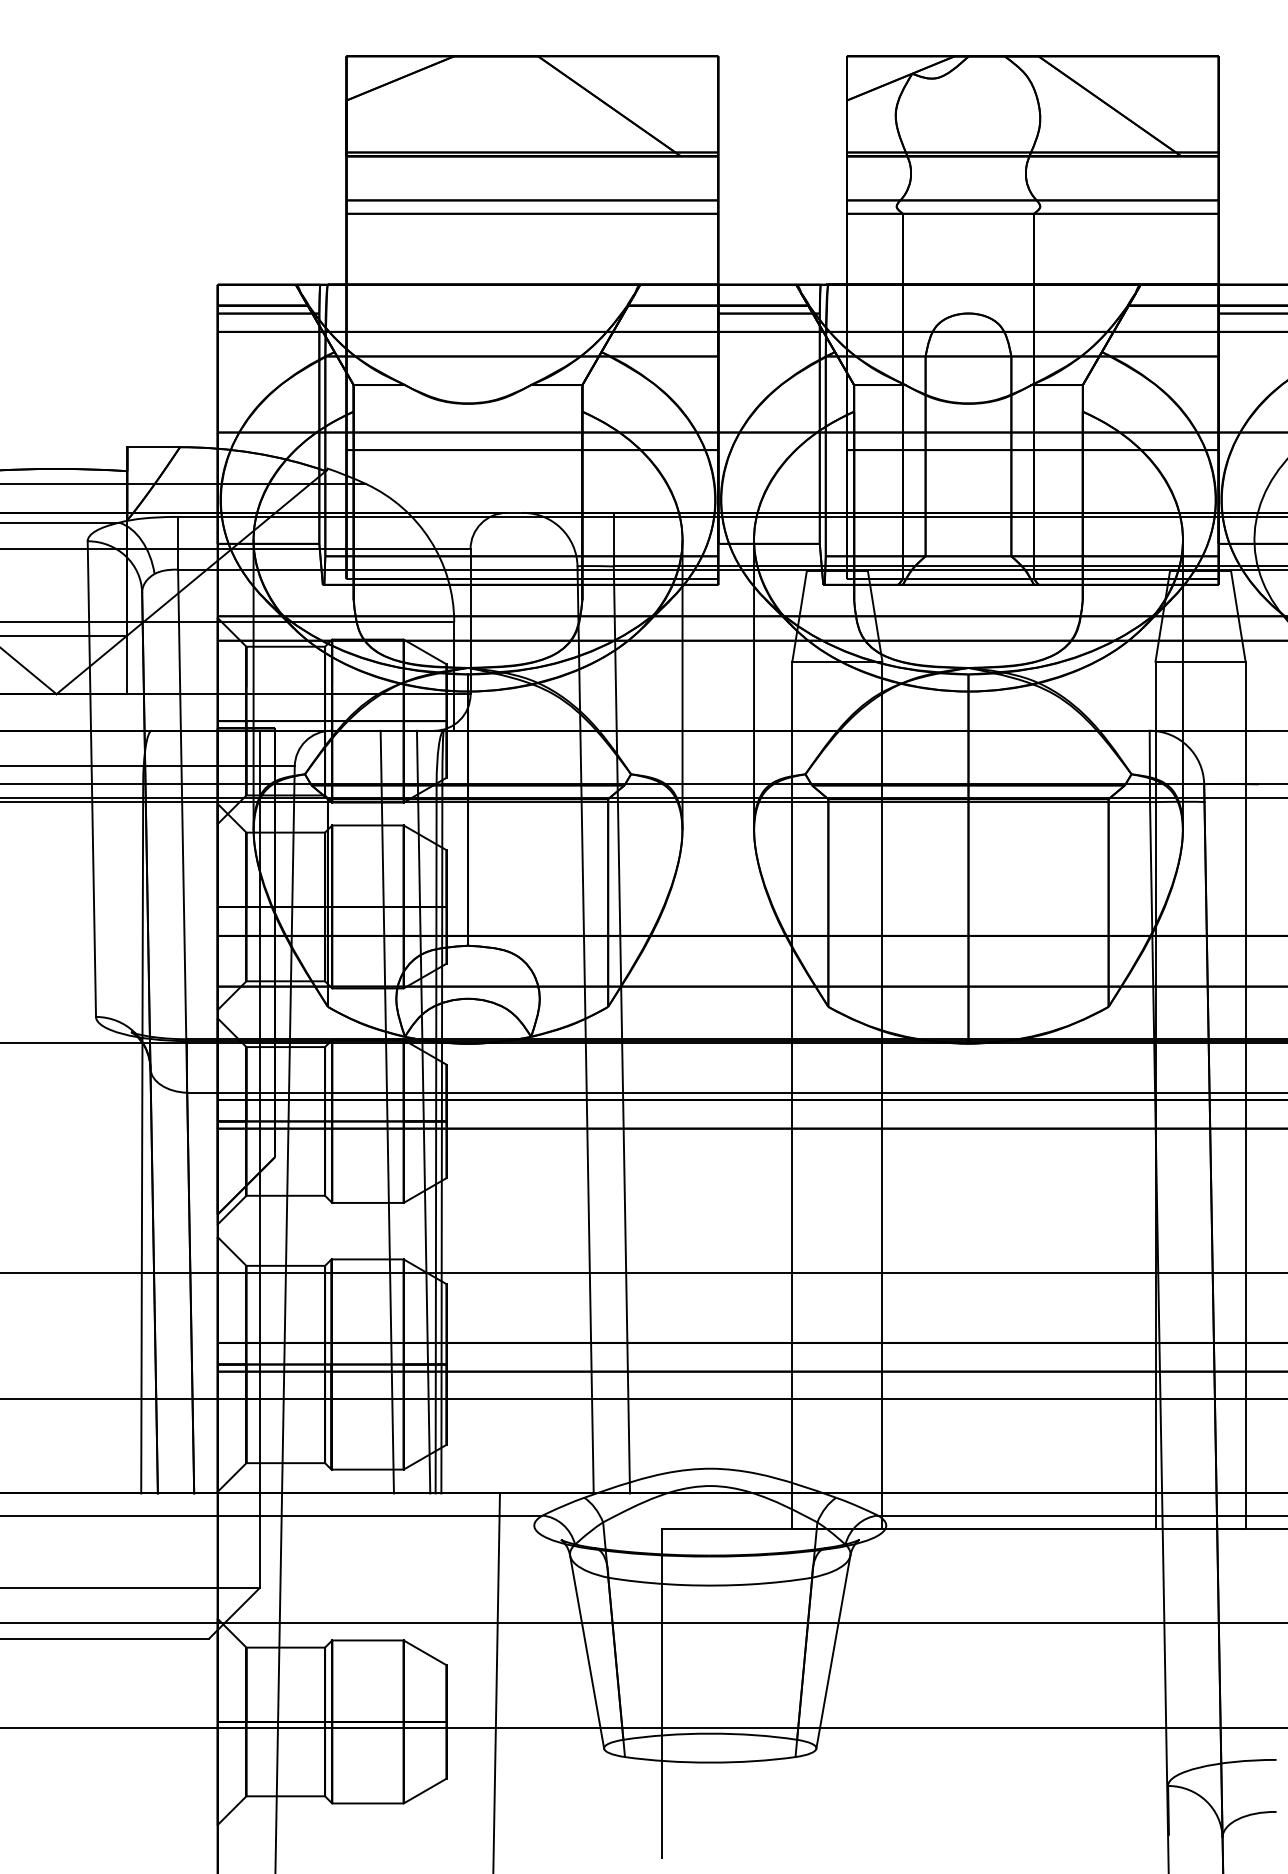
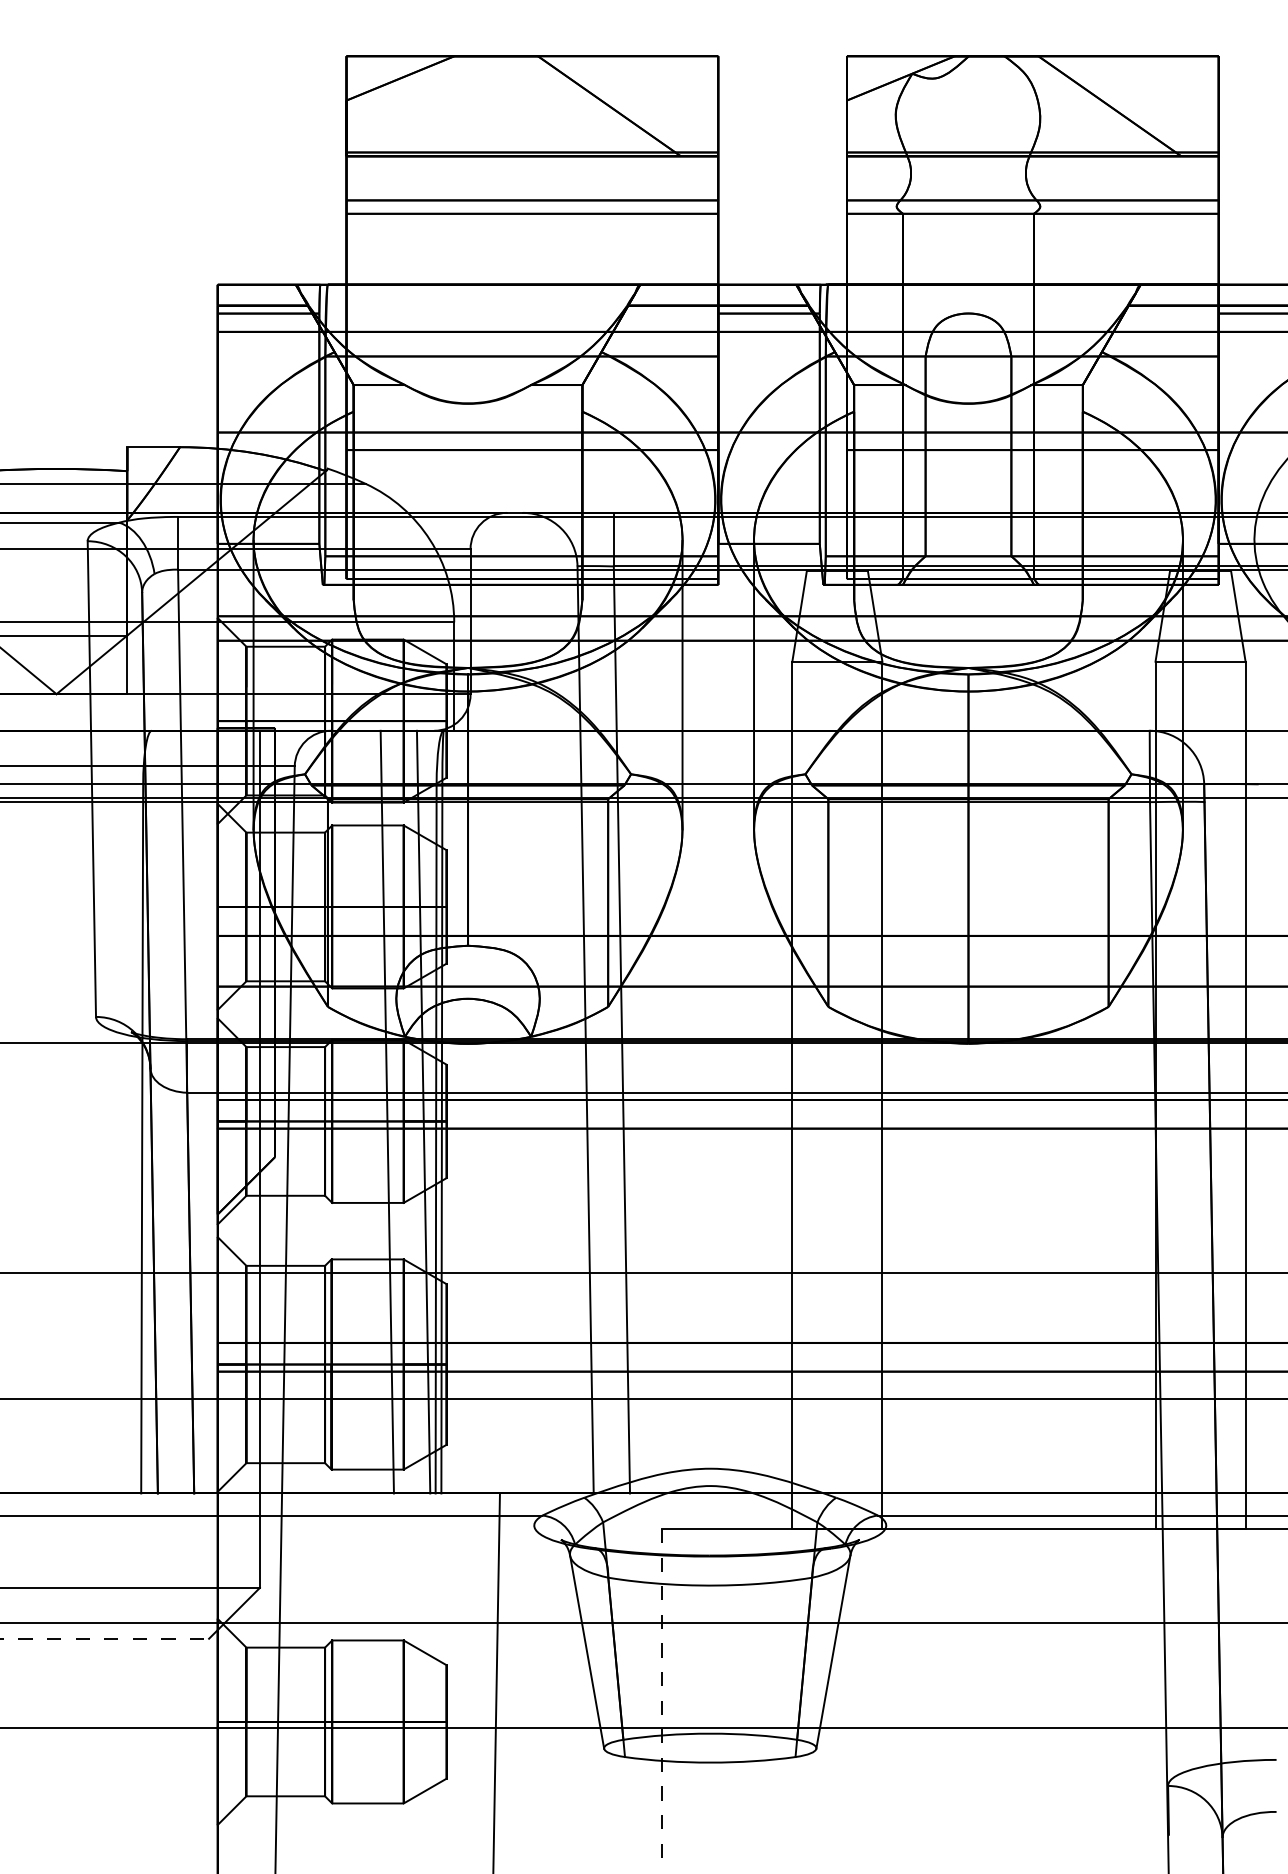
line at (105, 1638): solid -> dashed
line at (661, 1692): solid -> dashed
